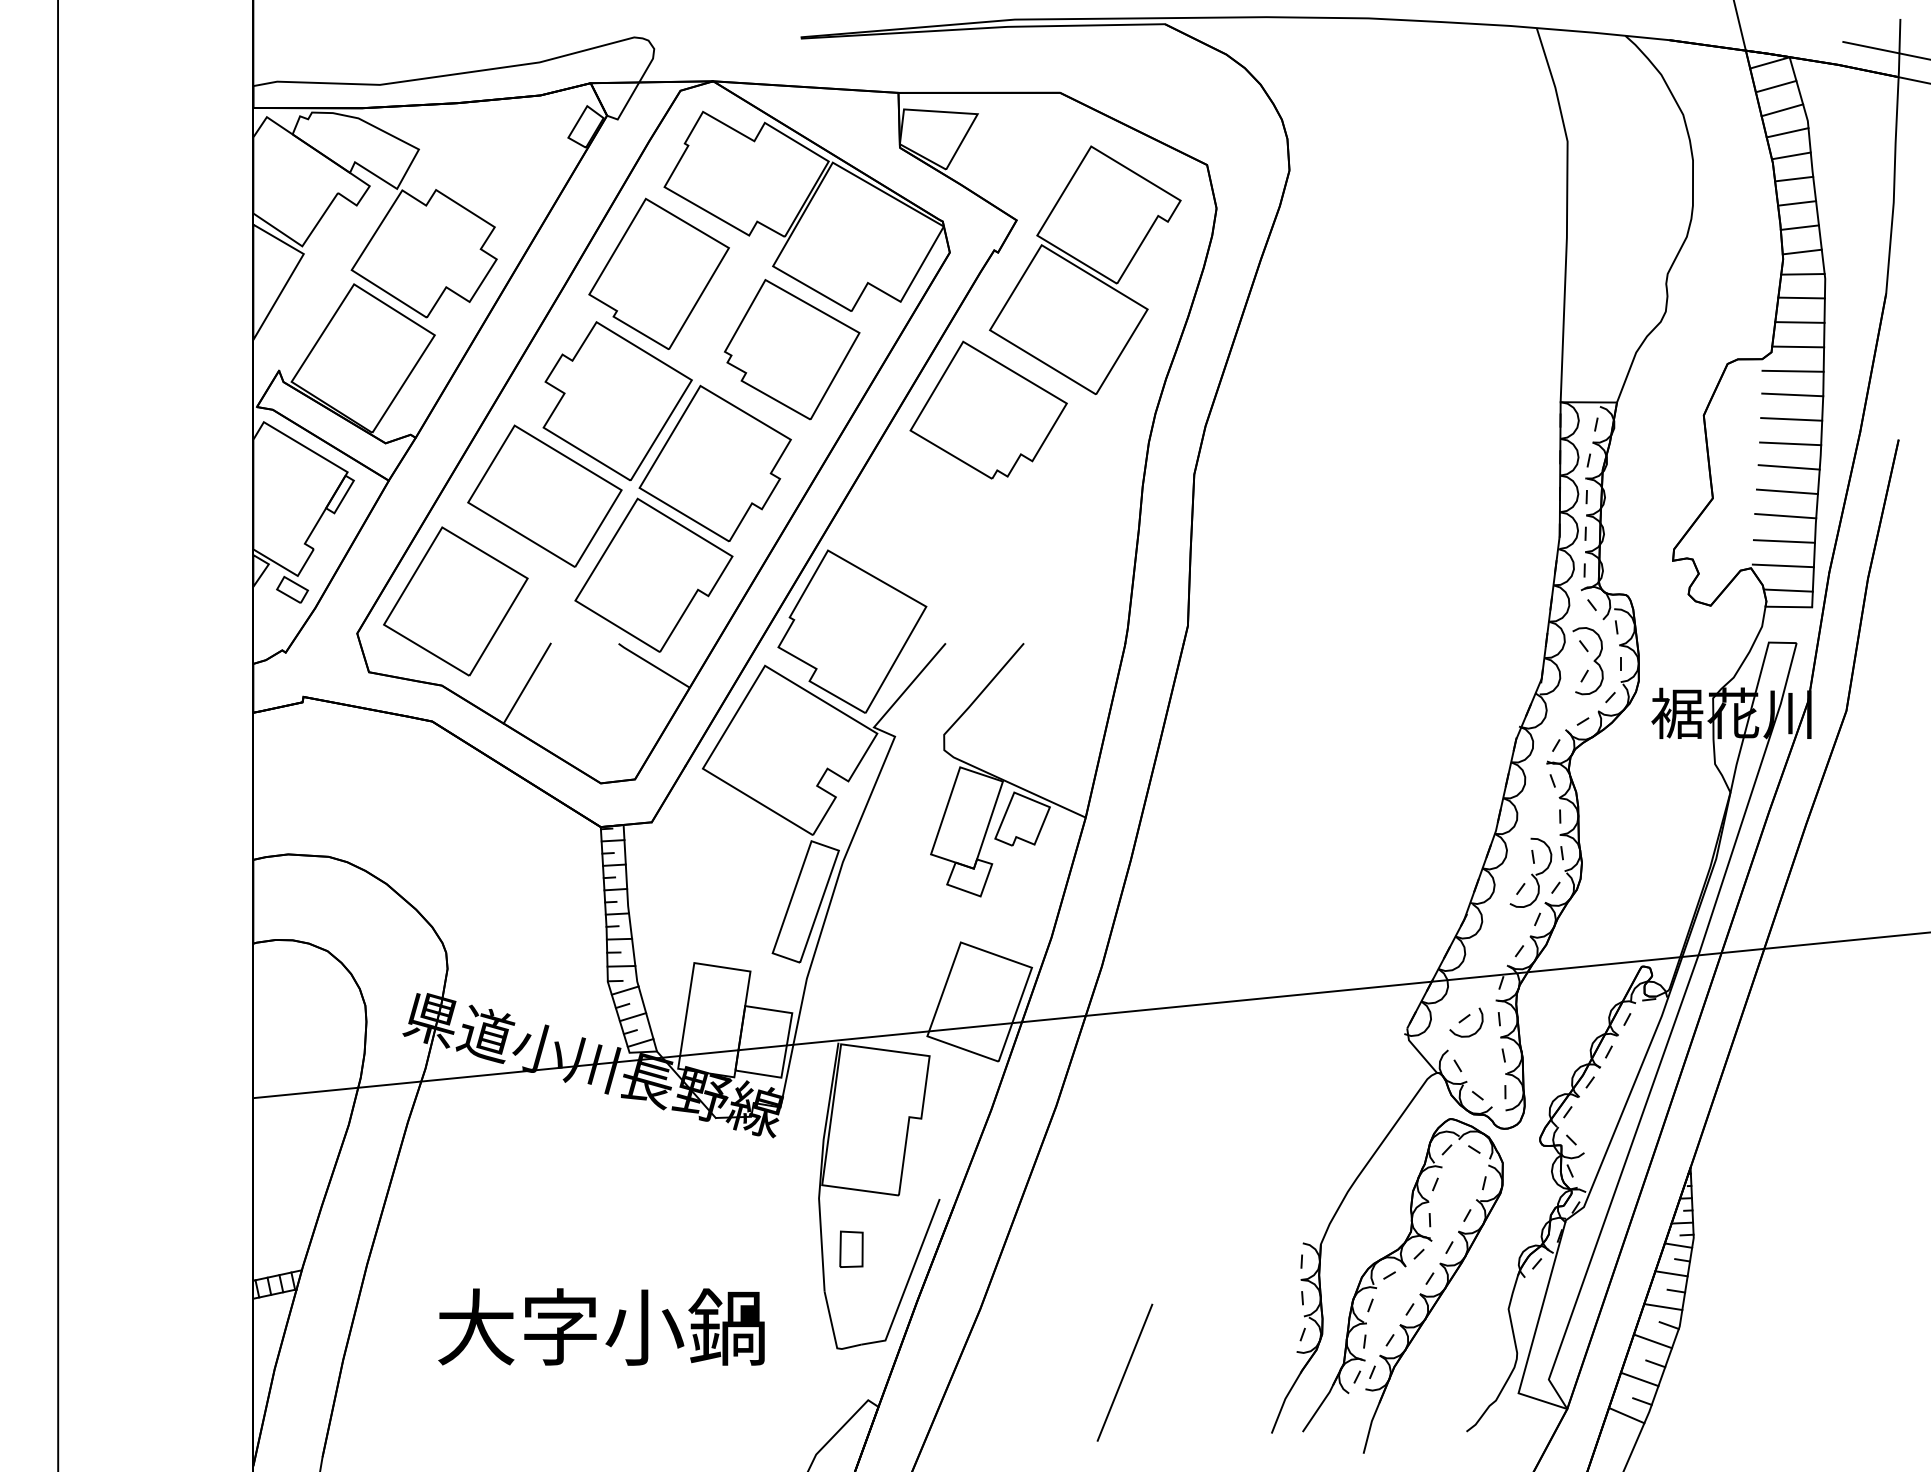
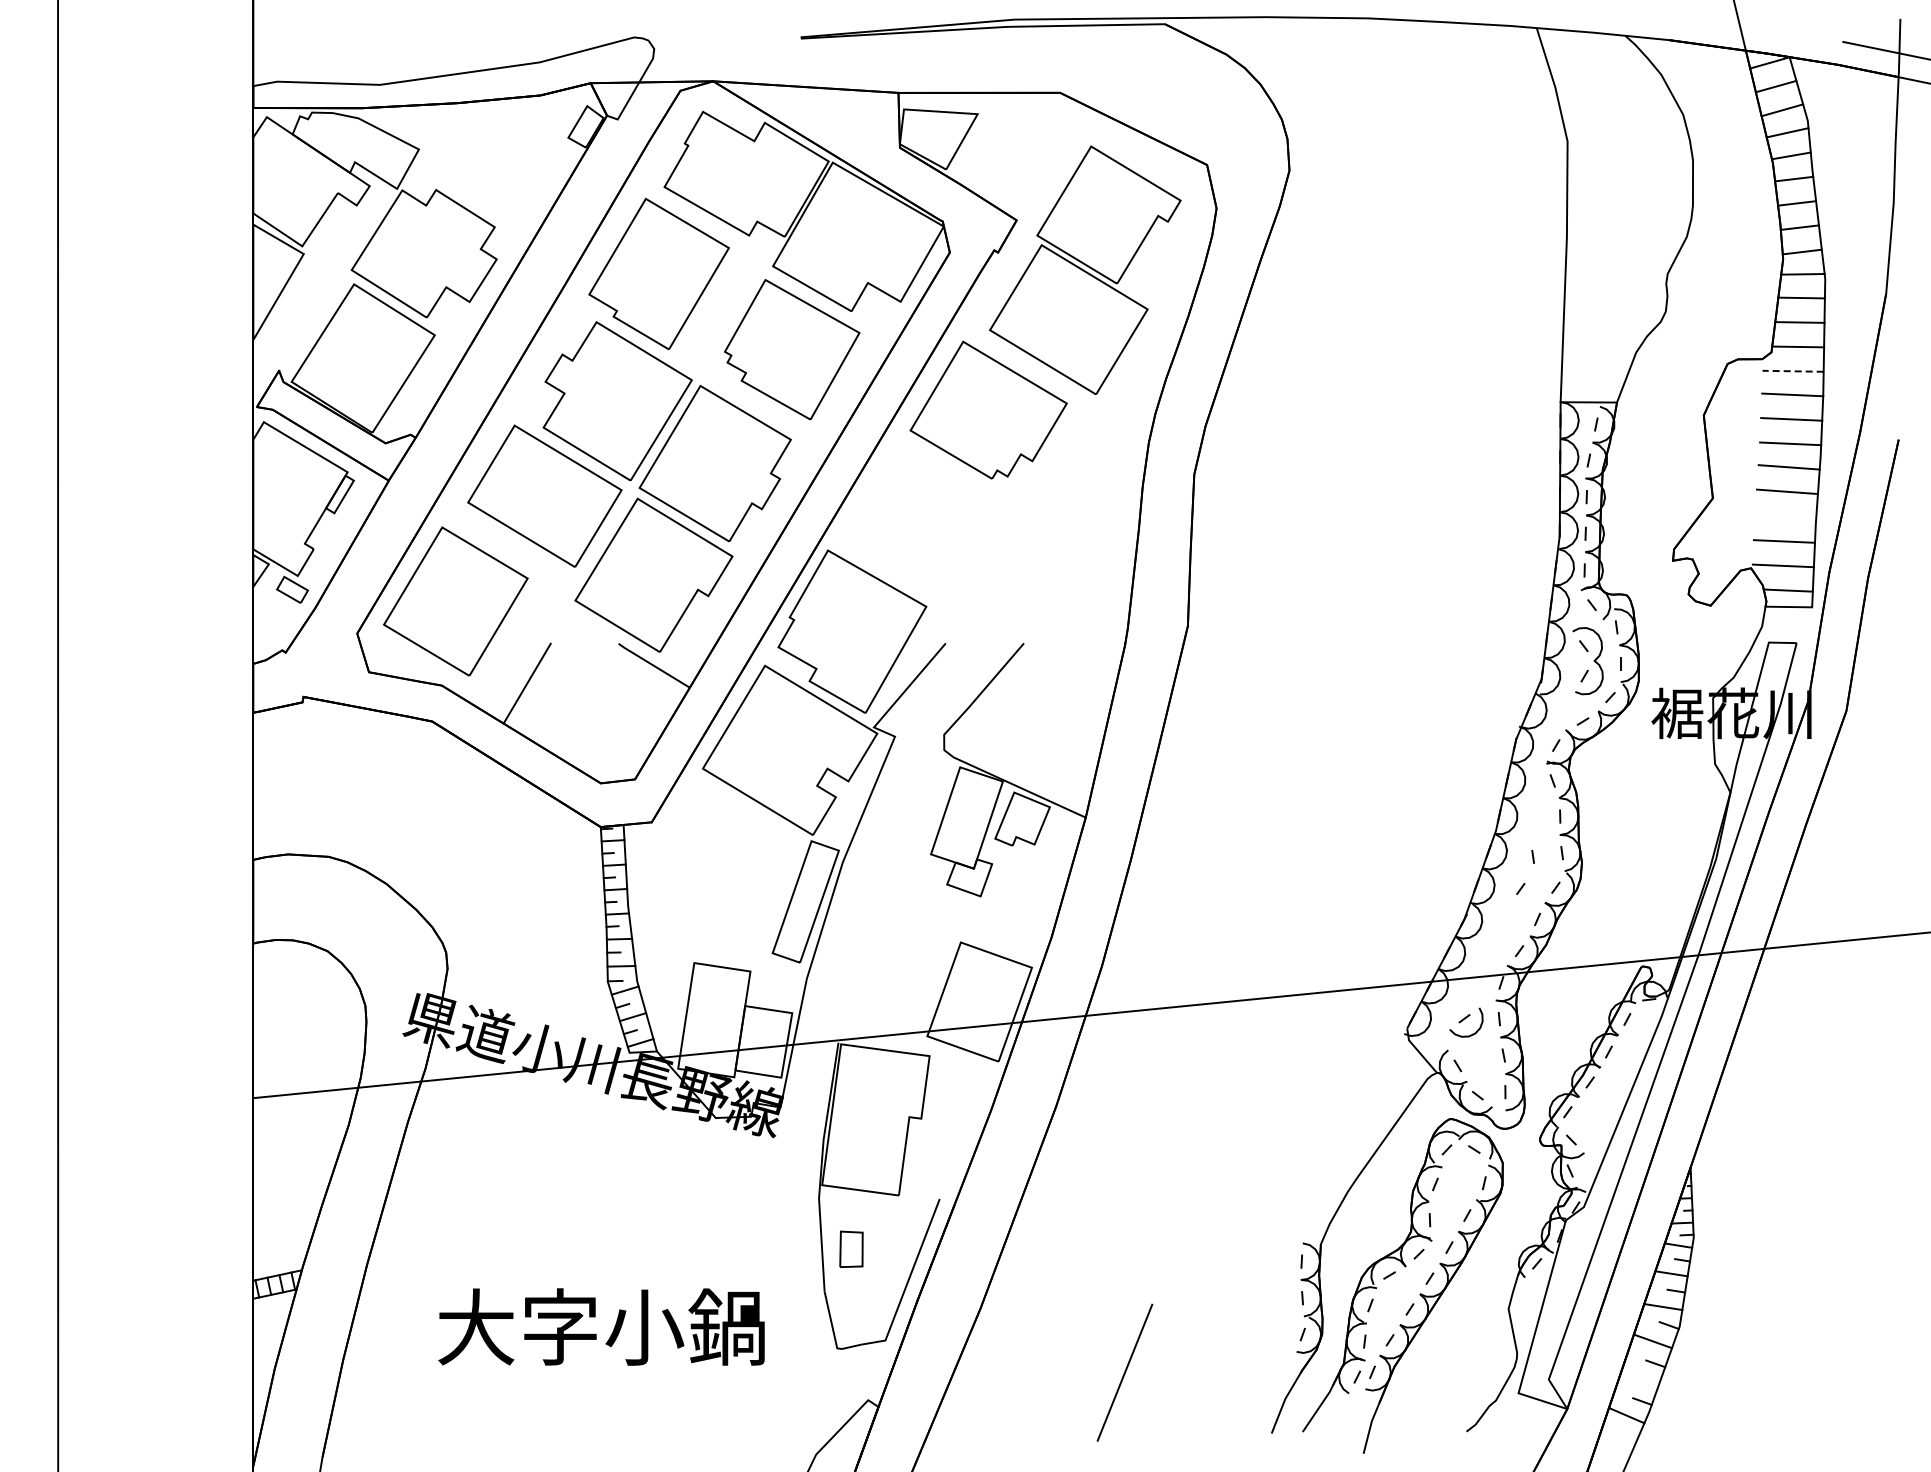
line at (1793, 371): solid -> dashed
line at (1785, 515): present -> none
part at (1530, 872): present -> none
line at (1639, 1379): present -> none
